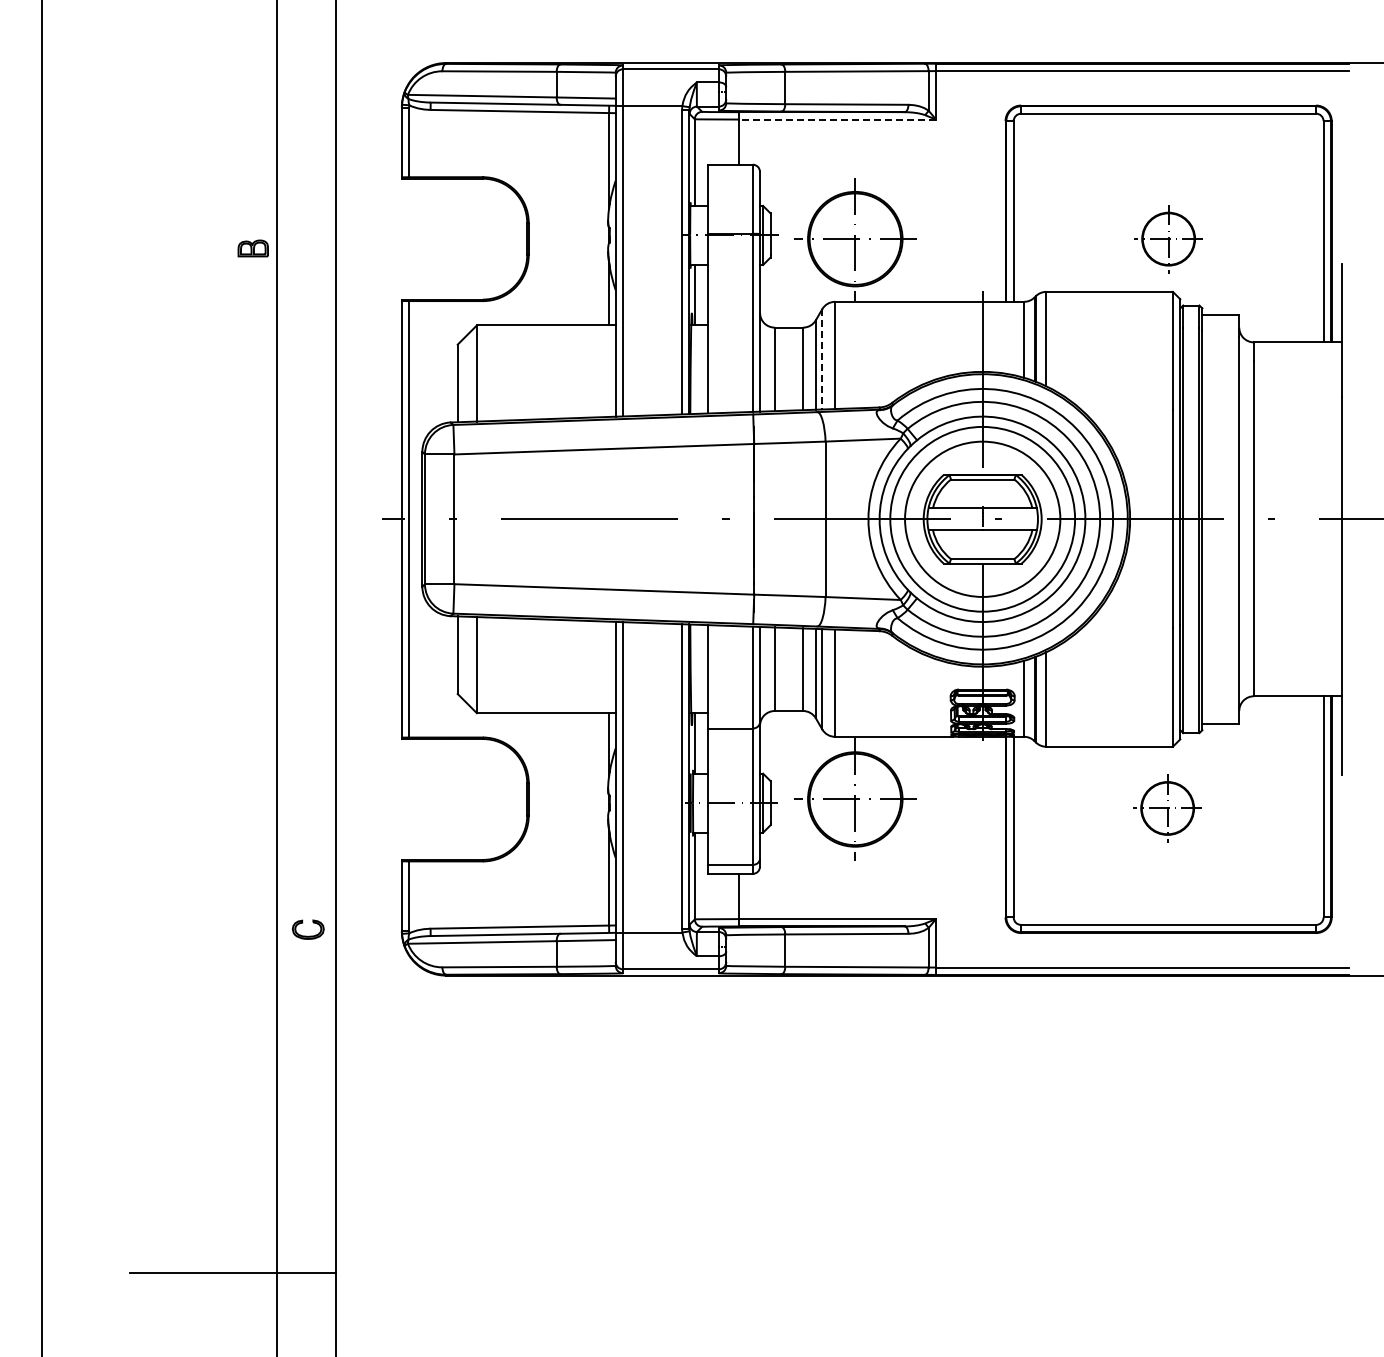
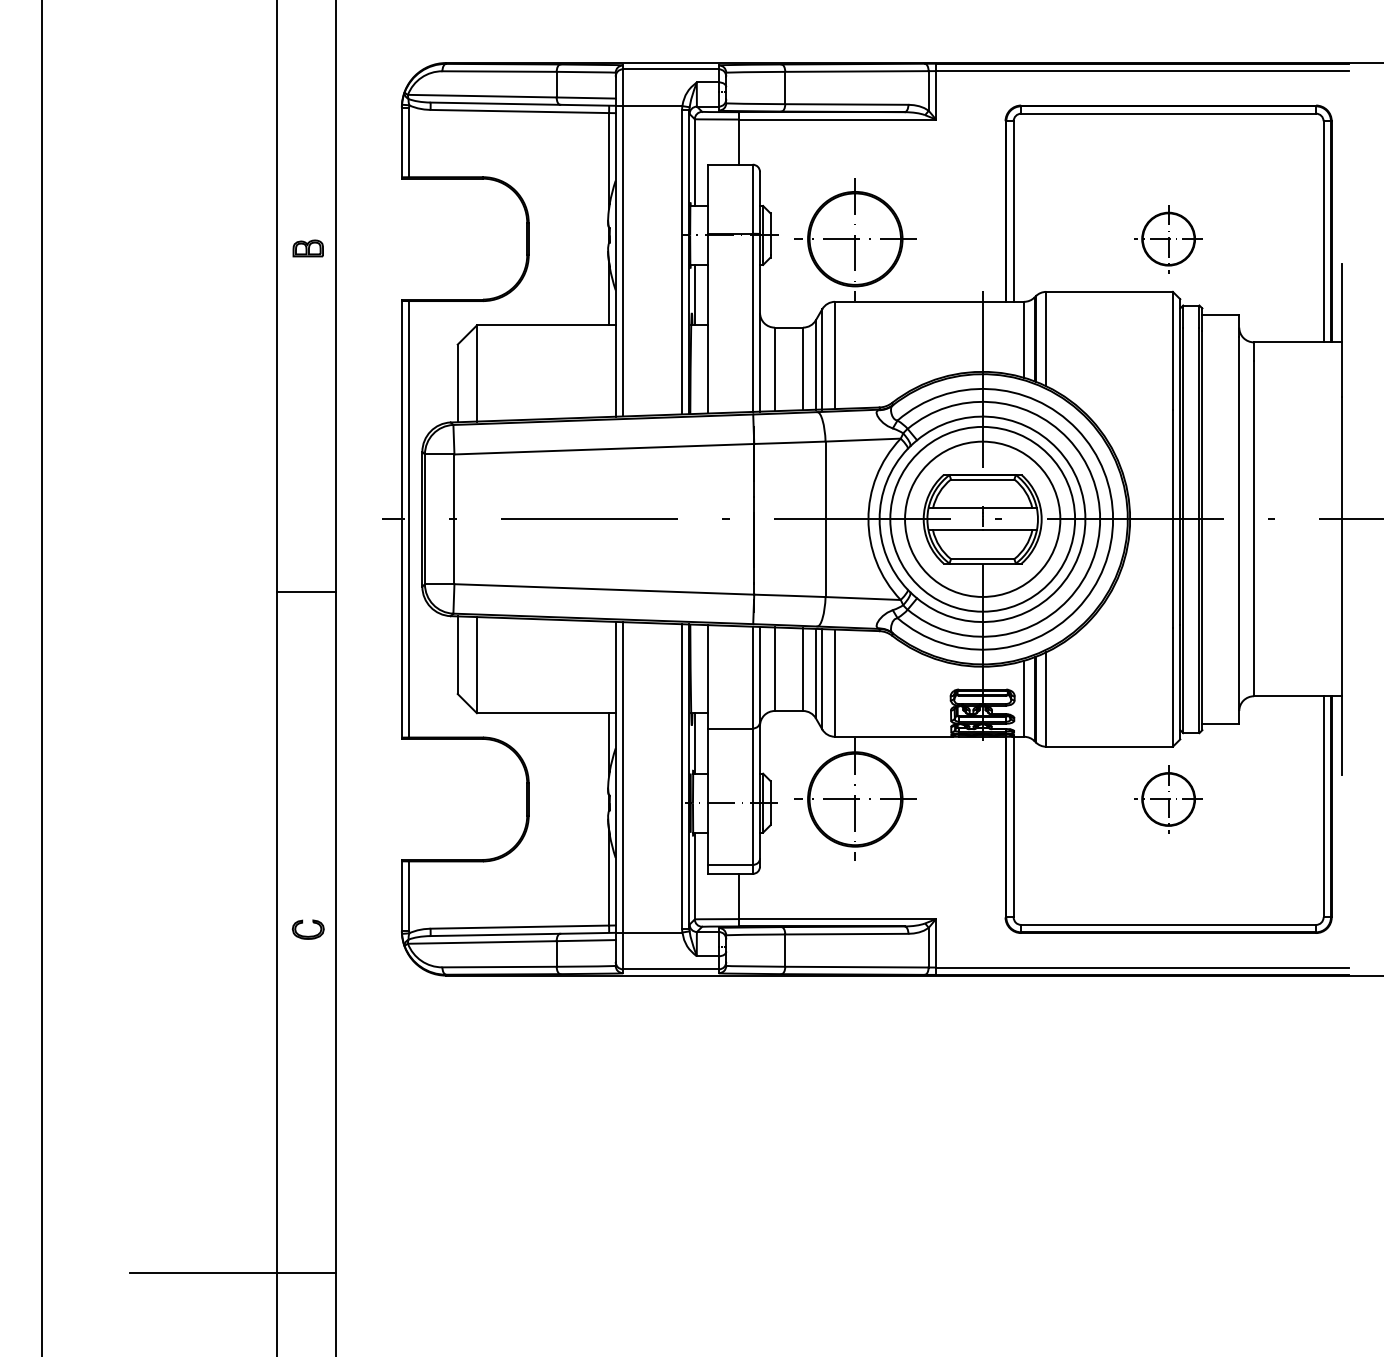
line at (837, 119): dashed -> solid
part at (252, 248) position: (252, 248) -> (307, 248)
line at (822, 359): dashed -> solid
line at (306, 591): none -> present
part at (1167, 808) position: (1167, 808) -> (1168, 799)
